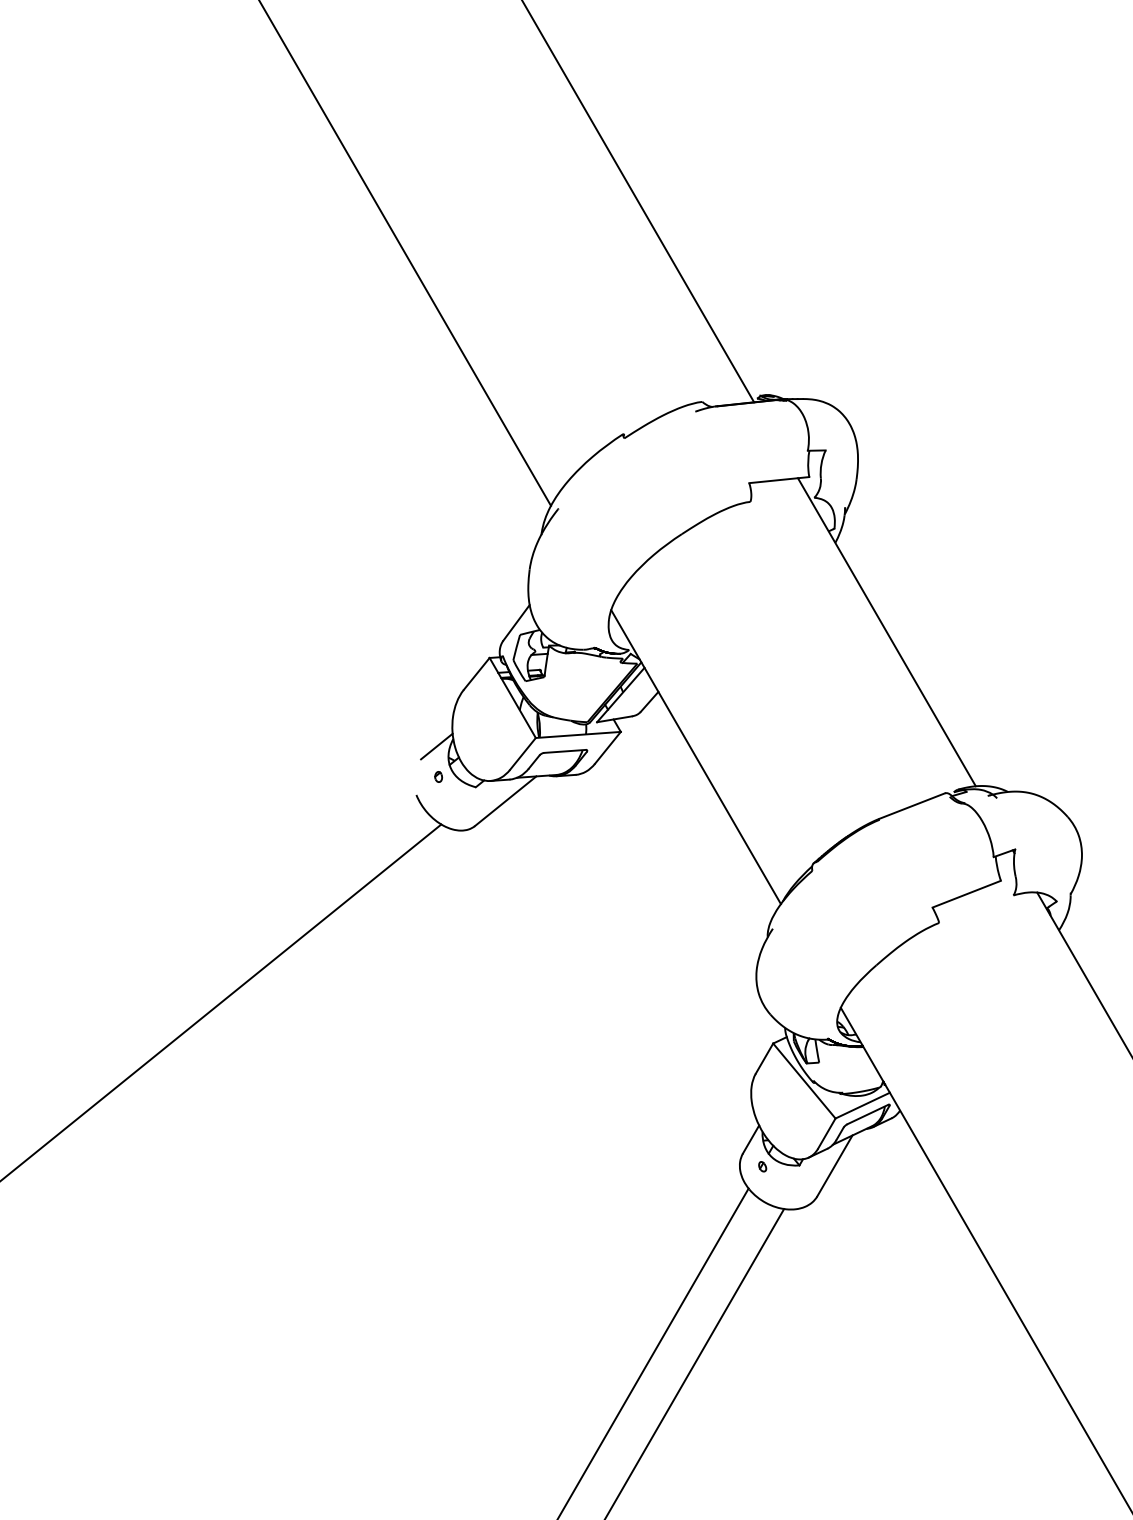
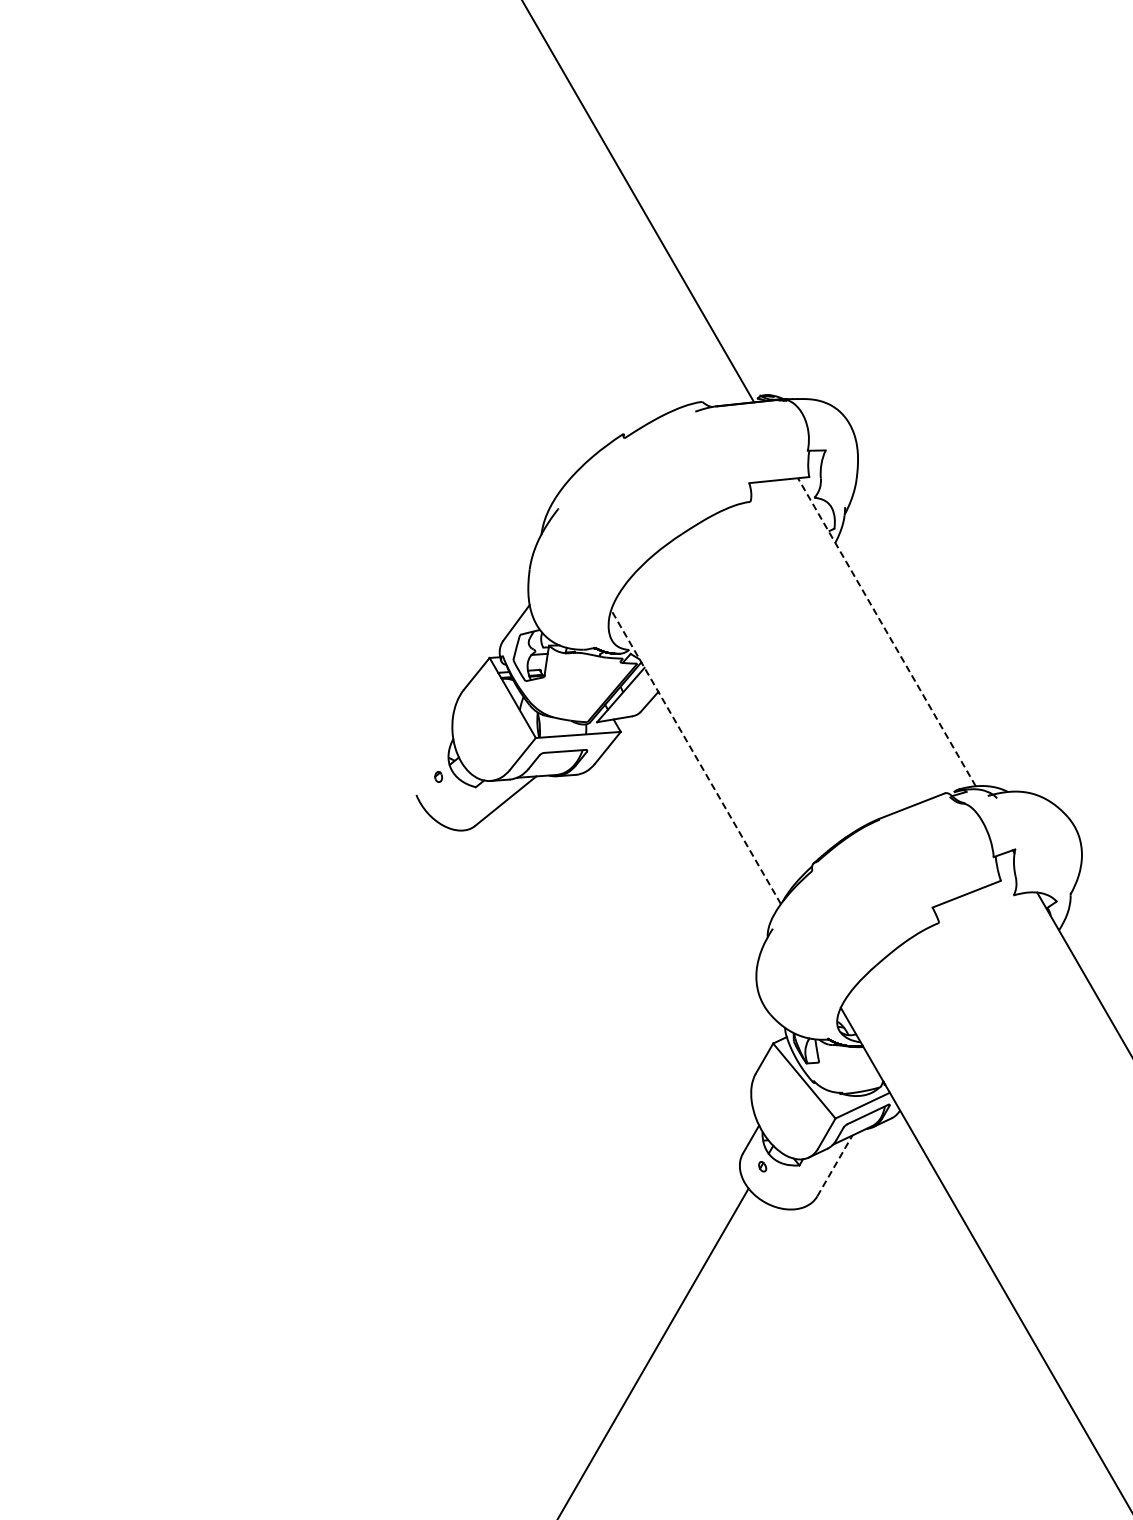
line at (405, 253): present -> none
line at (886, 632): solid -> dashed
line at (436, 746): present -> none
line at (696, 757): solid -> dashed
line at (221, 1001): present -> none
line at (835, 1165): solid -> dashed
line at (695, 1362): present -> none
